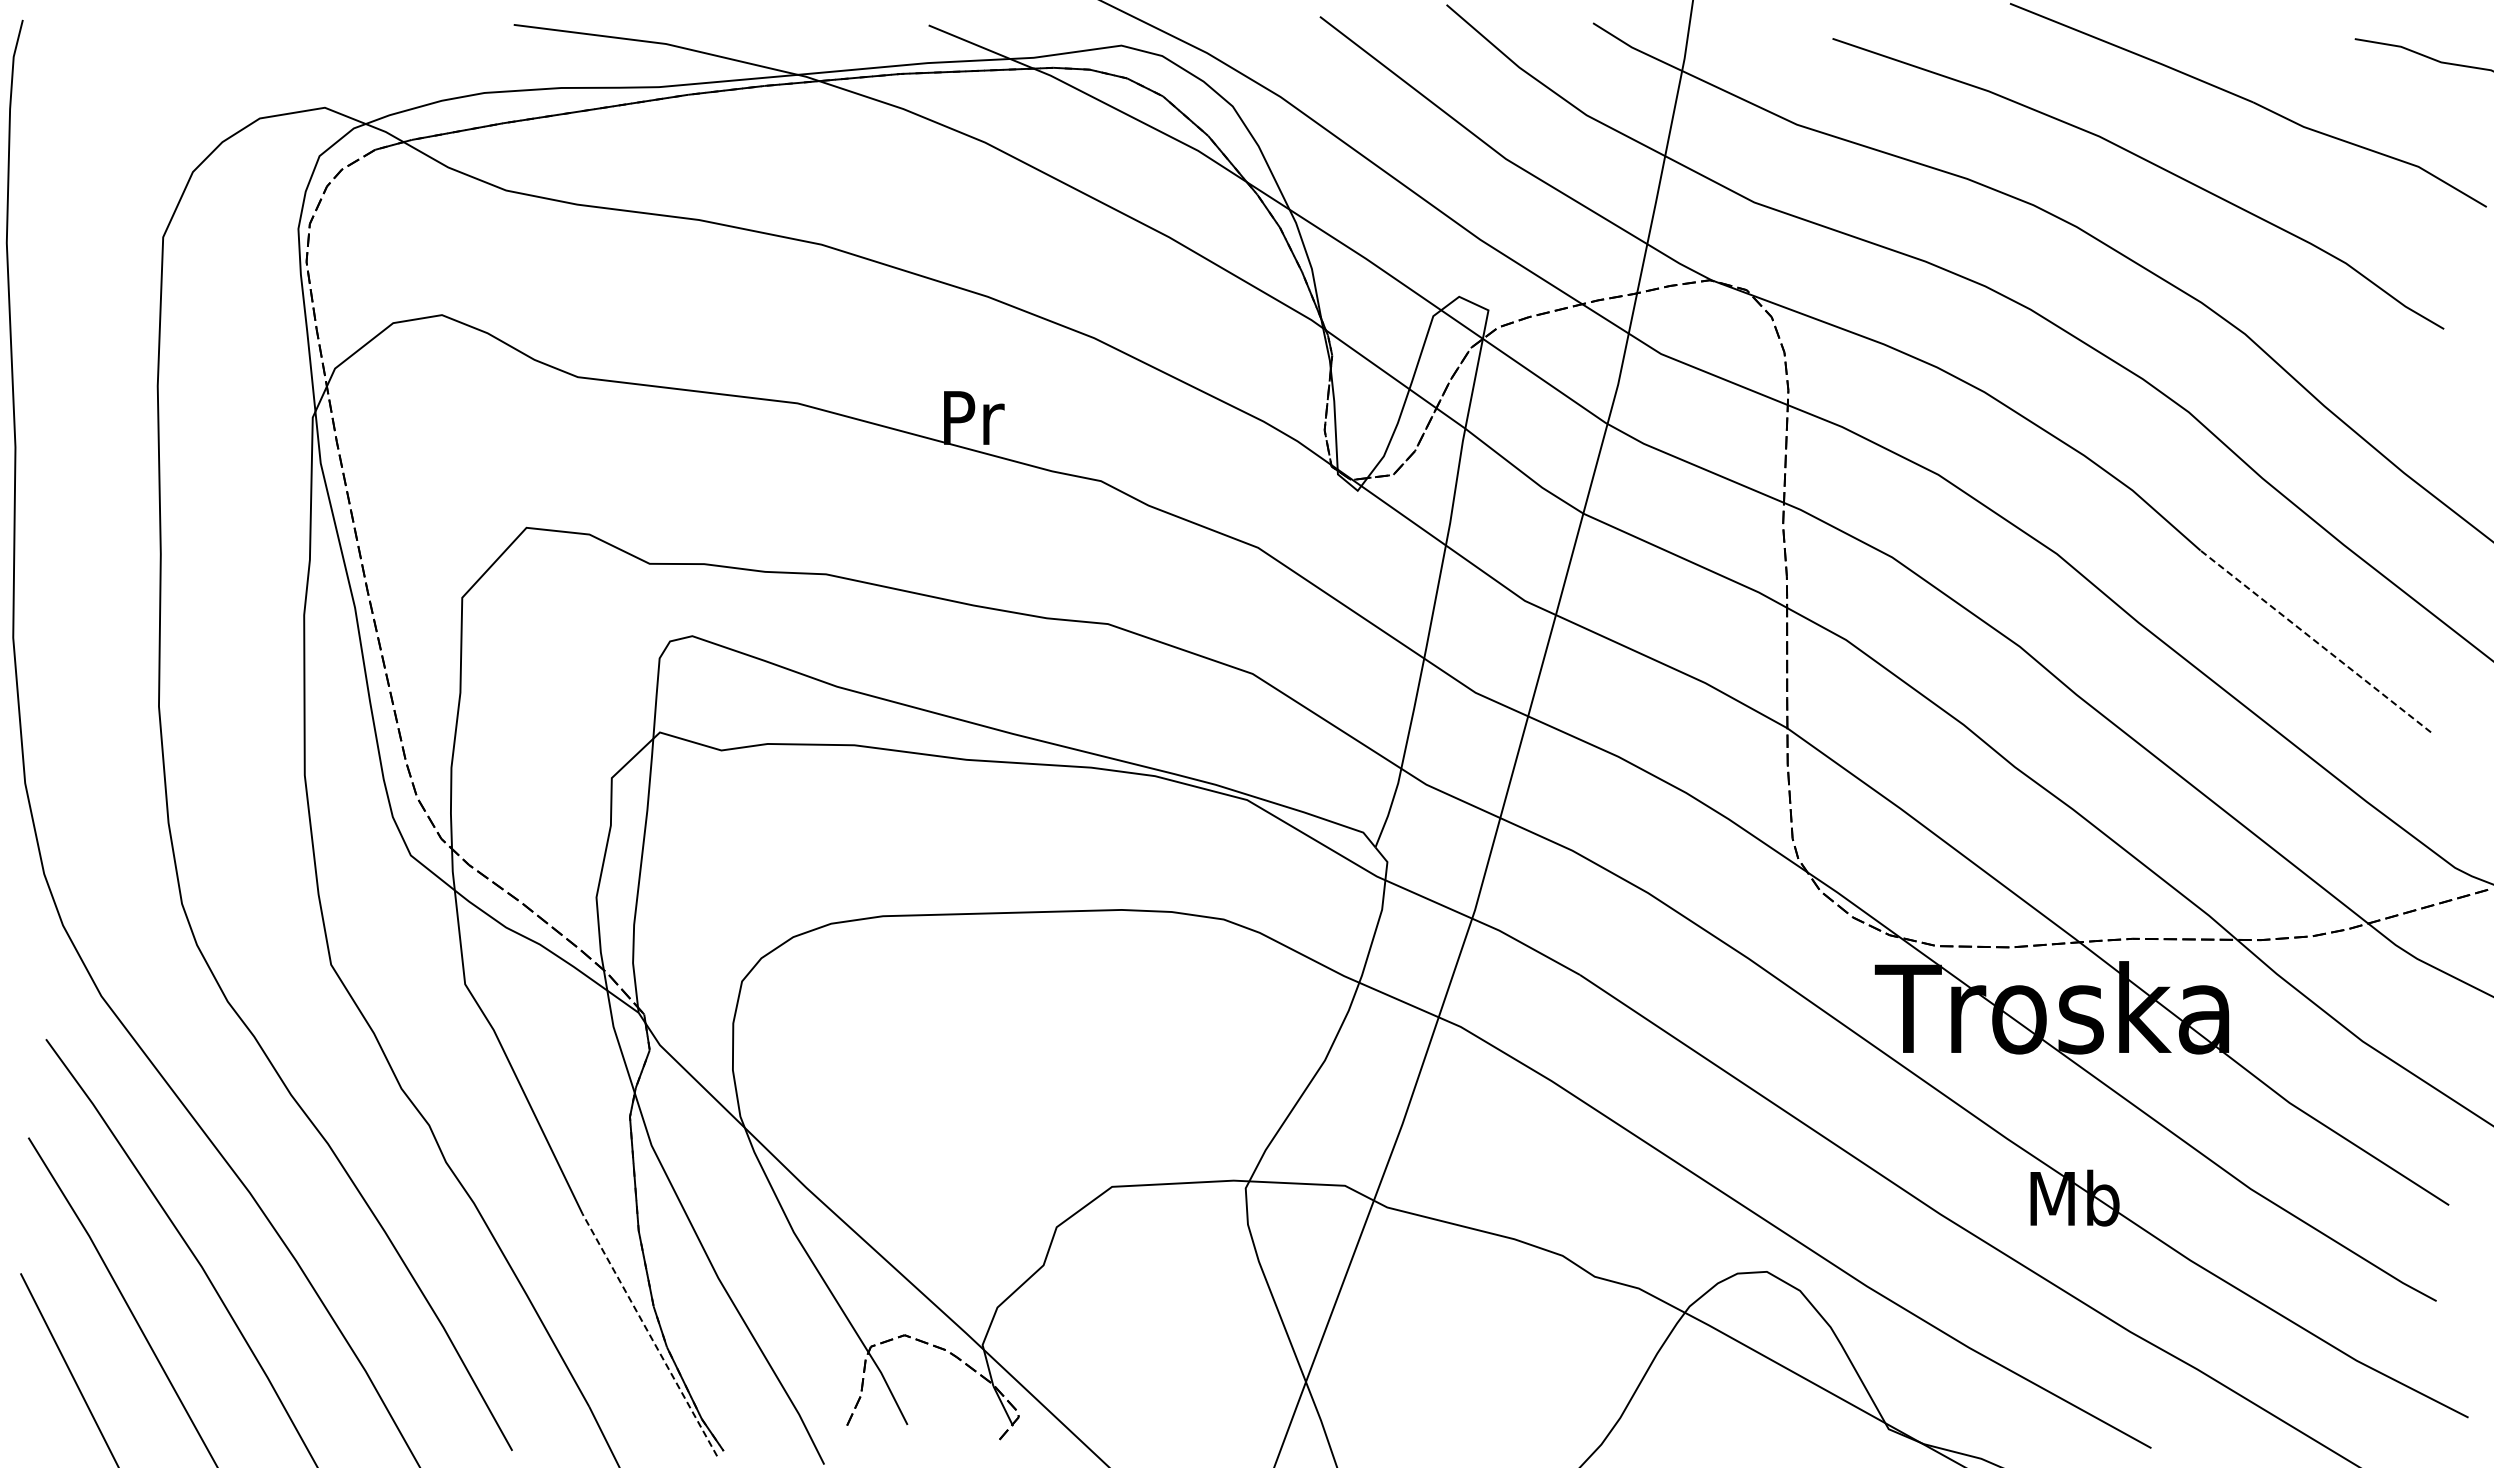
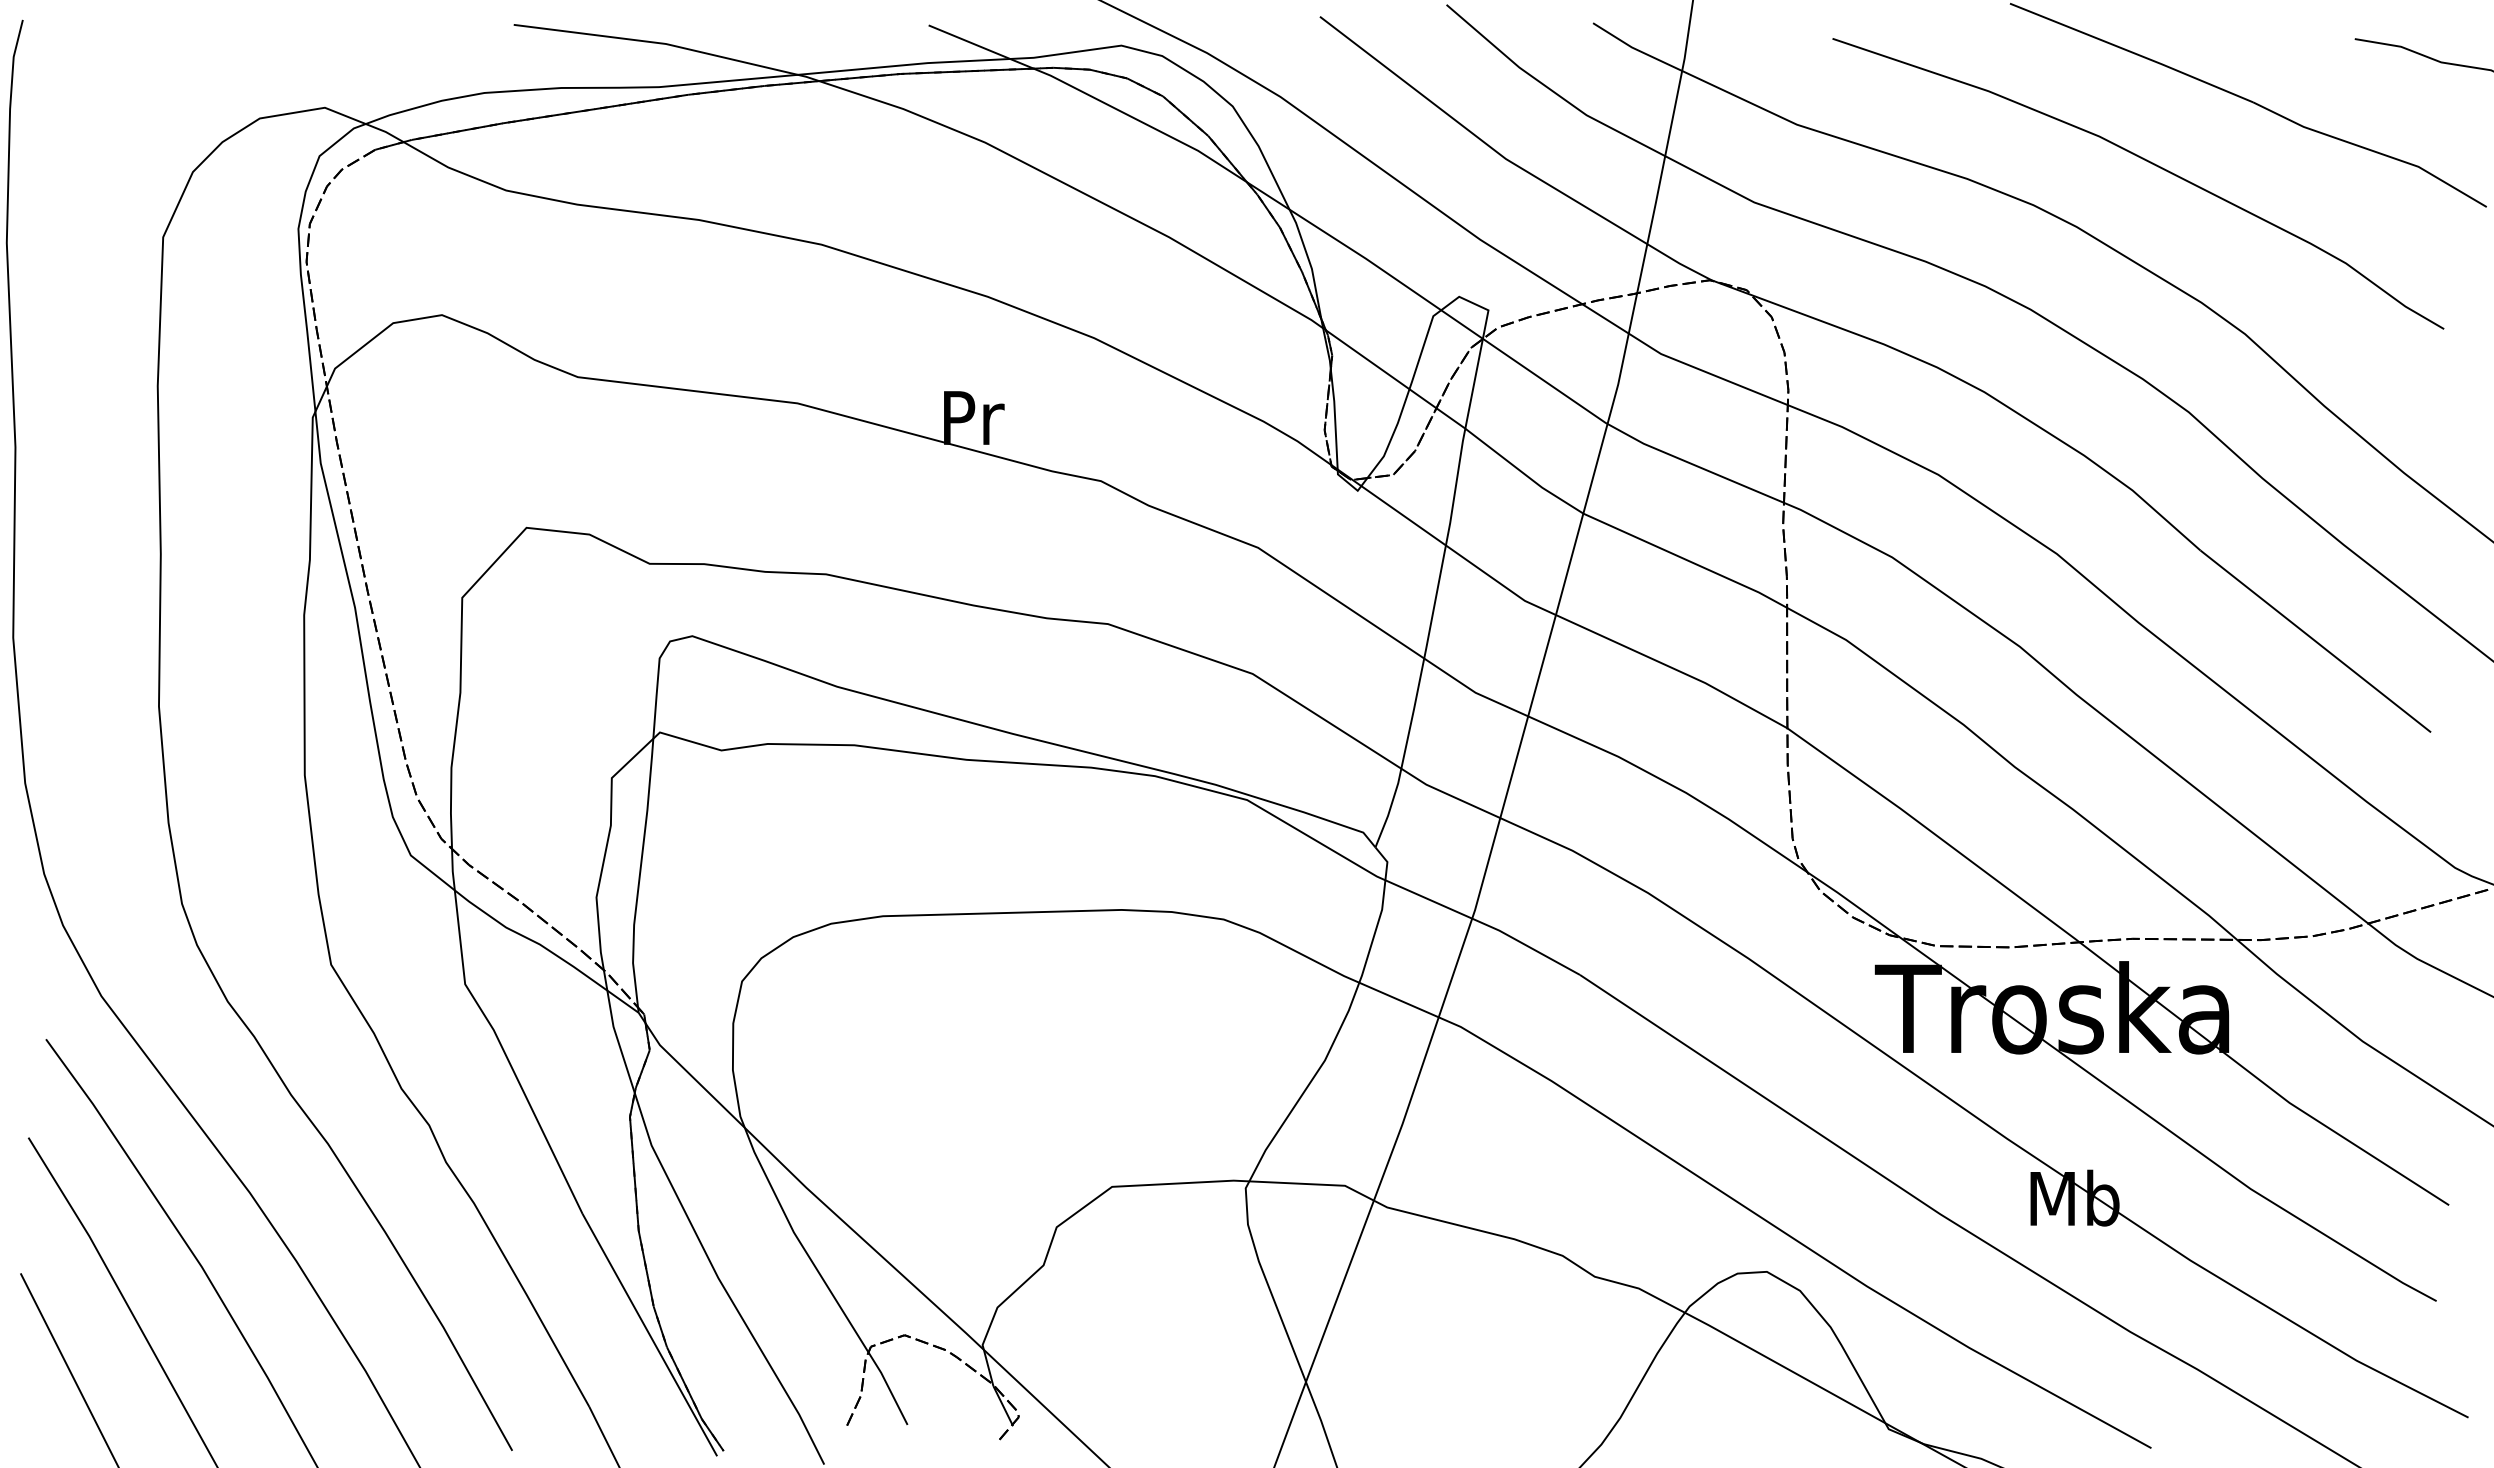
line at (2315, 641): dashed -> solid
line at (649, 1335): dashed -> solid
